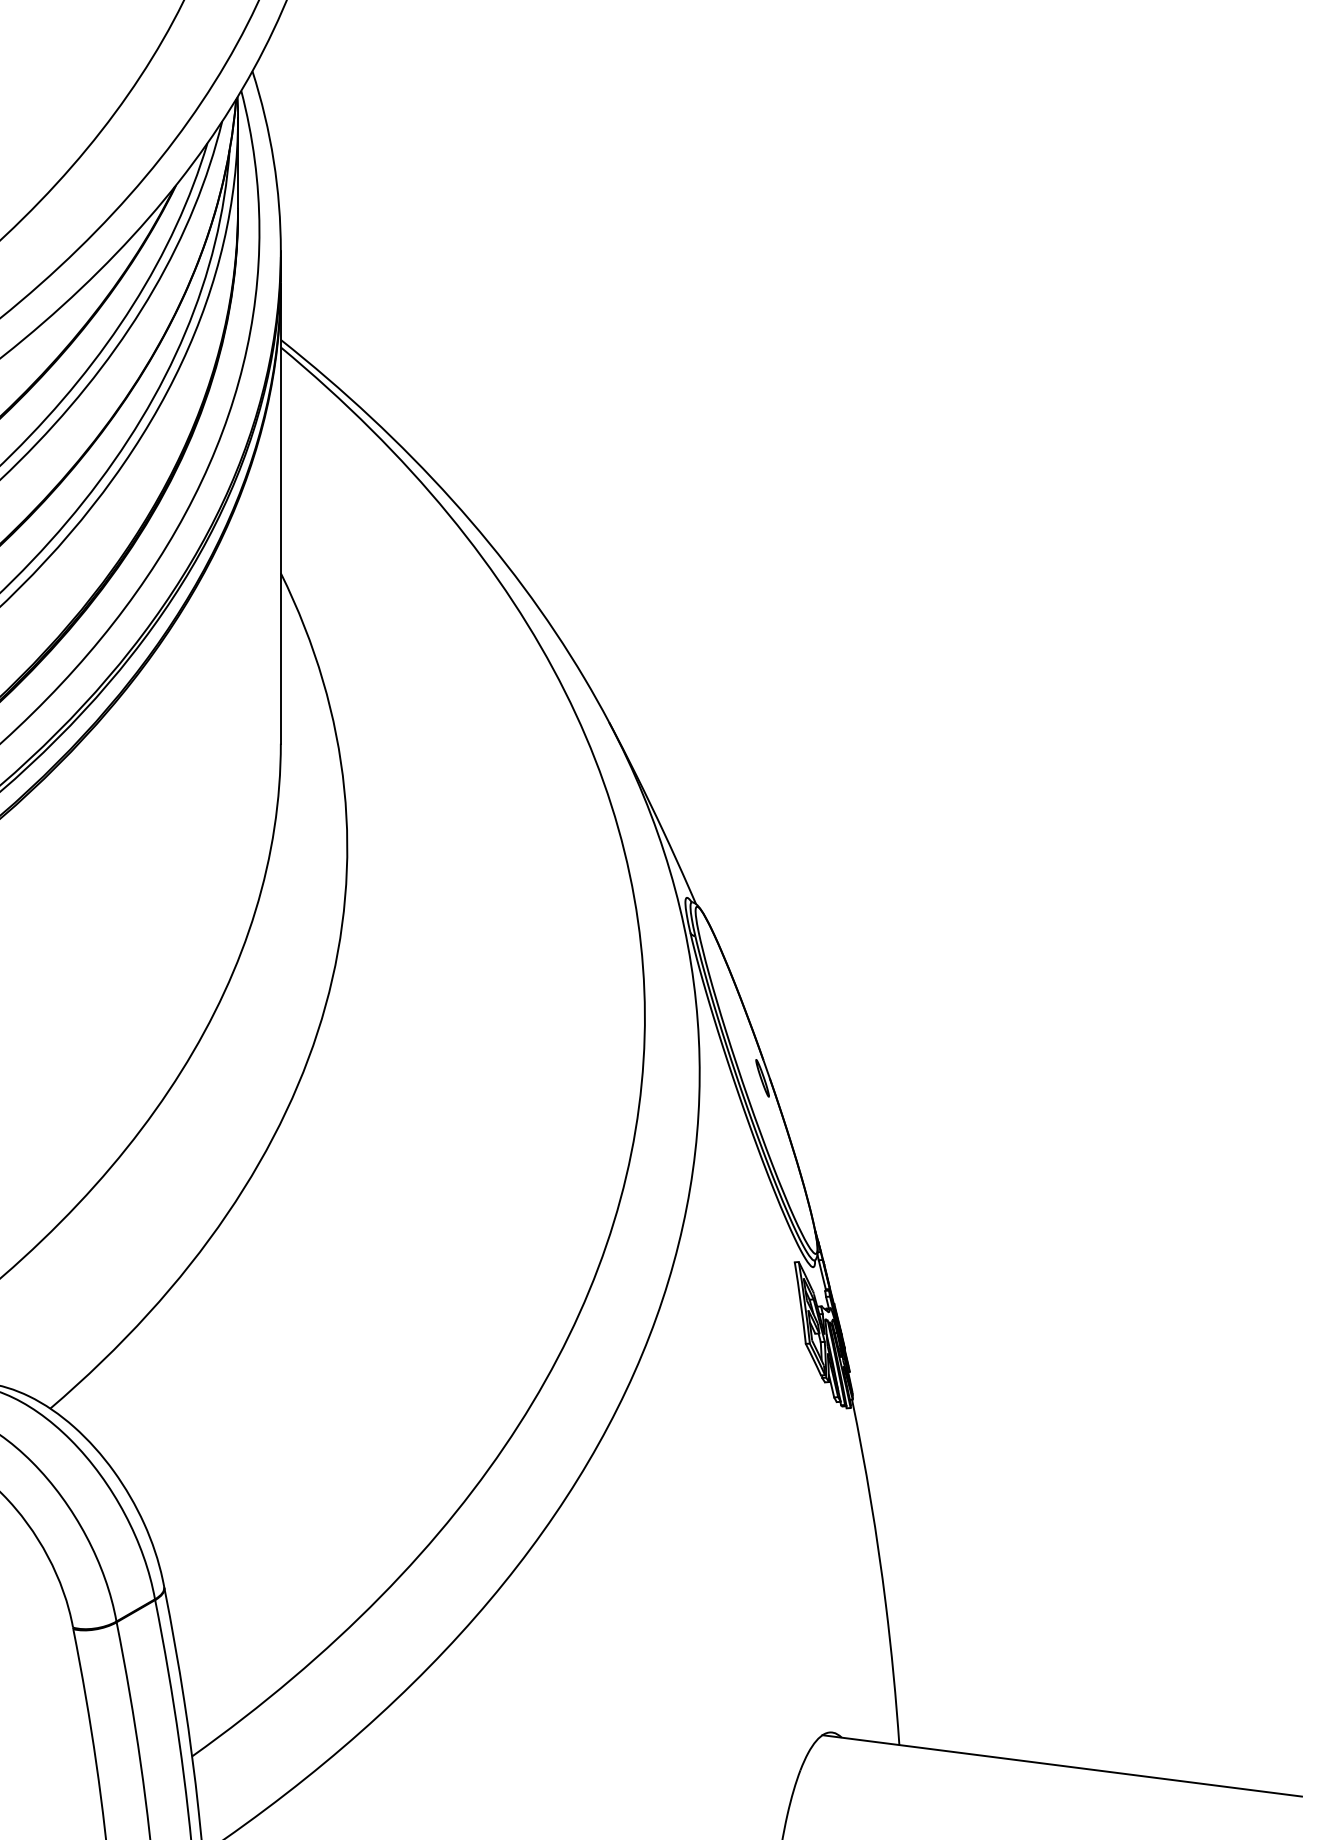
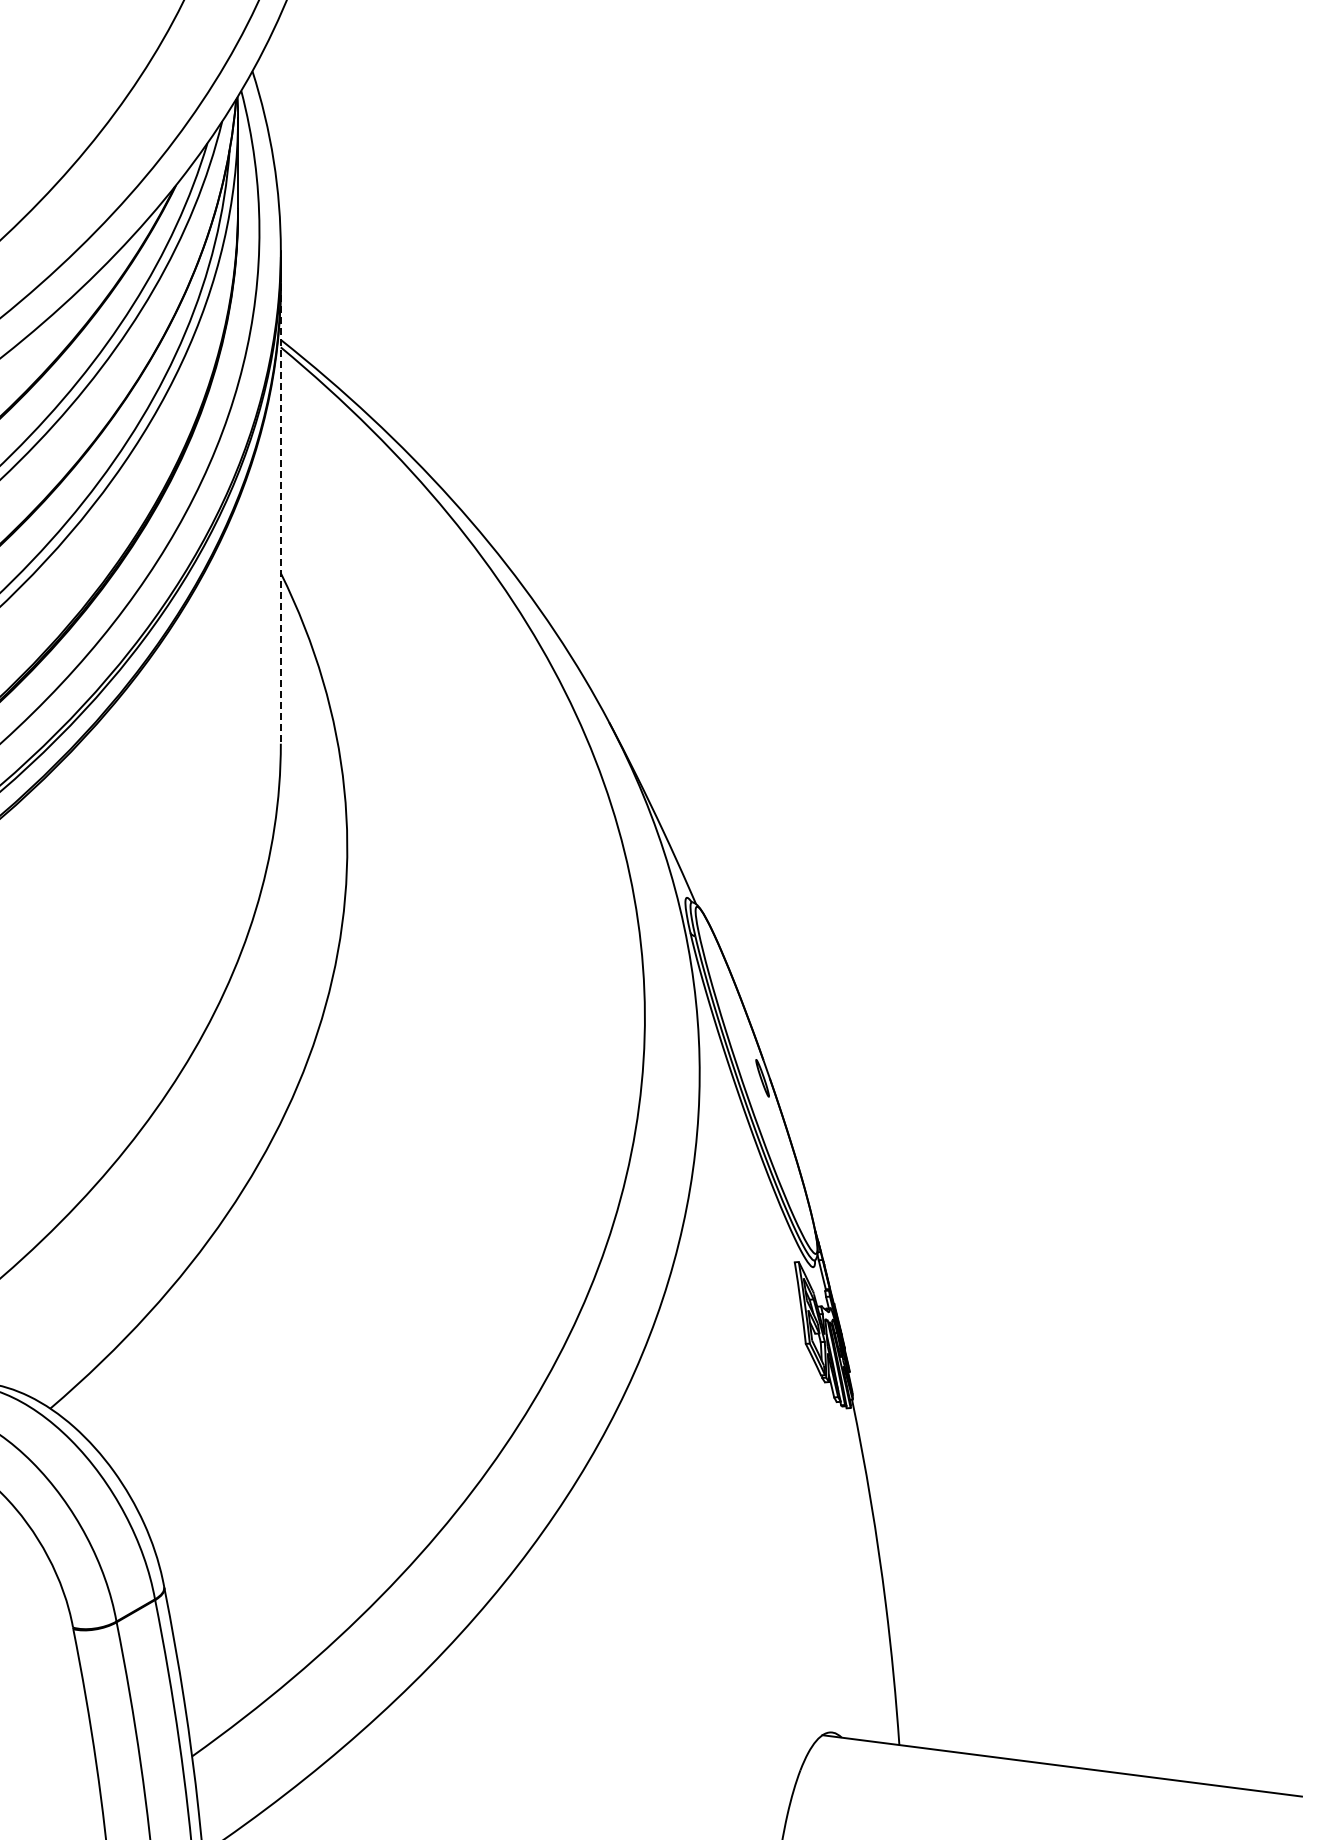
line at (280, 513): solid -> dashed
